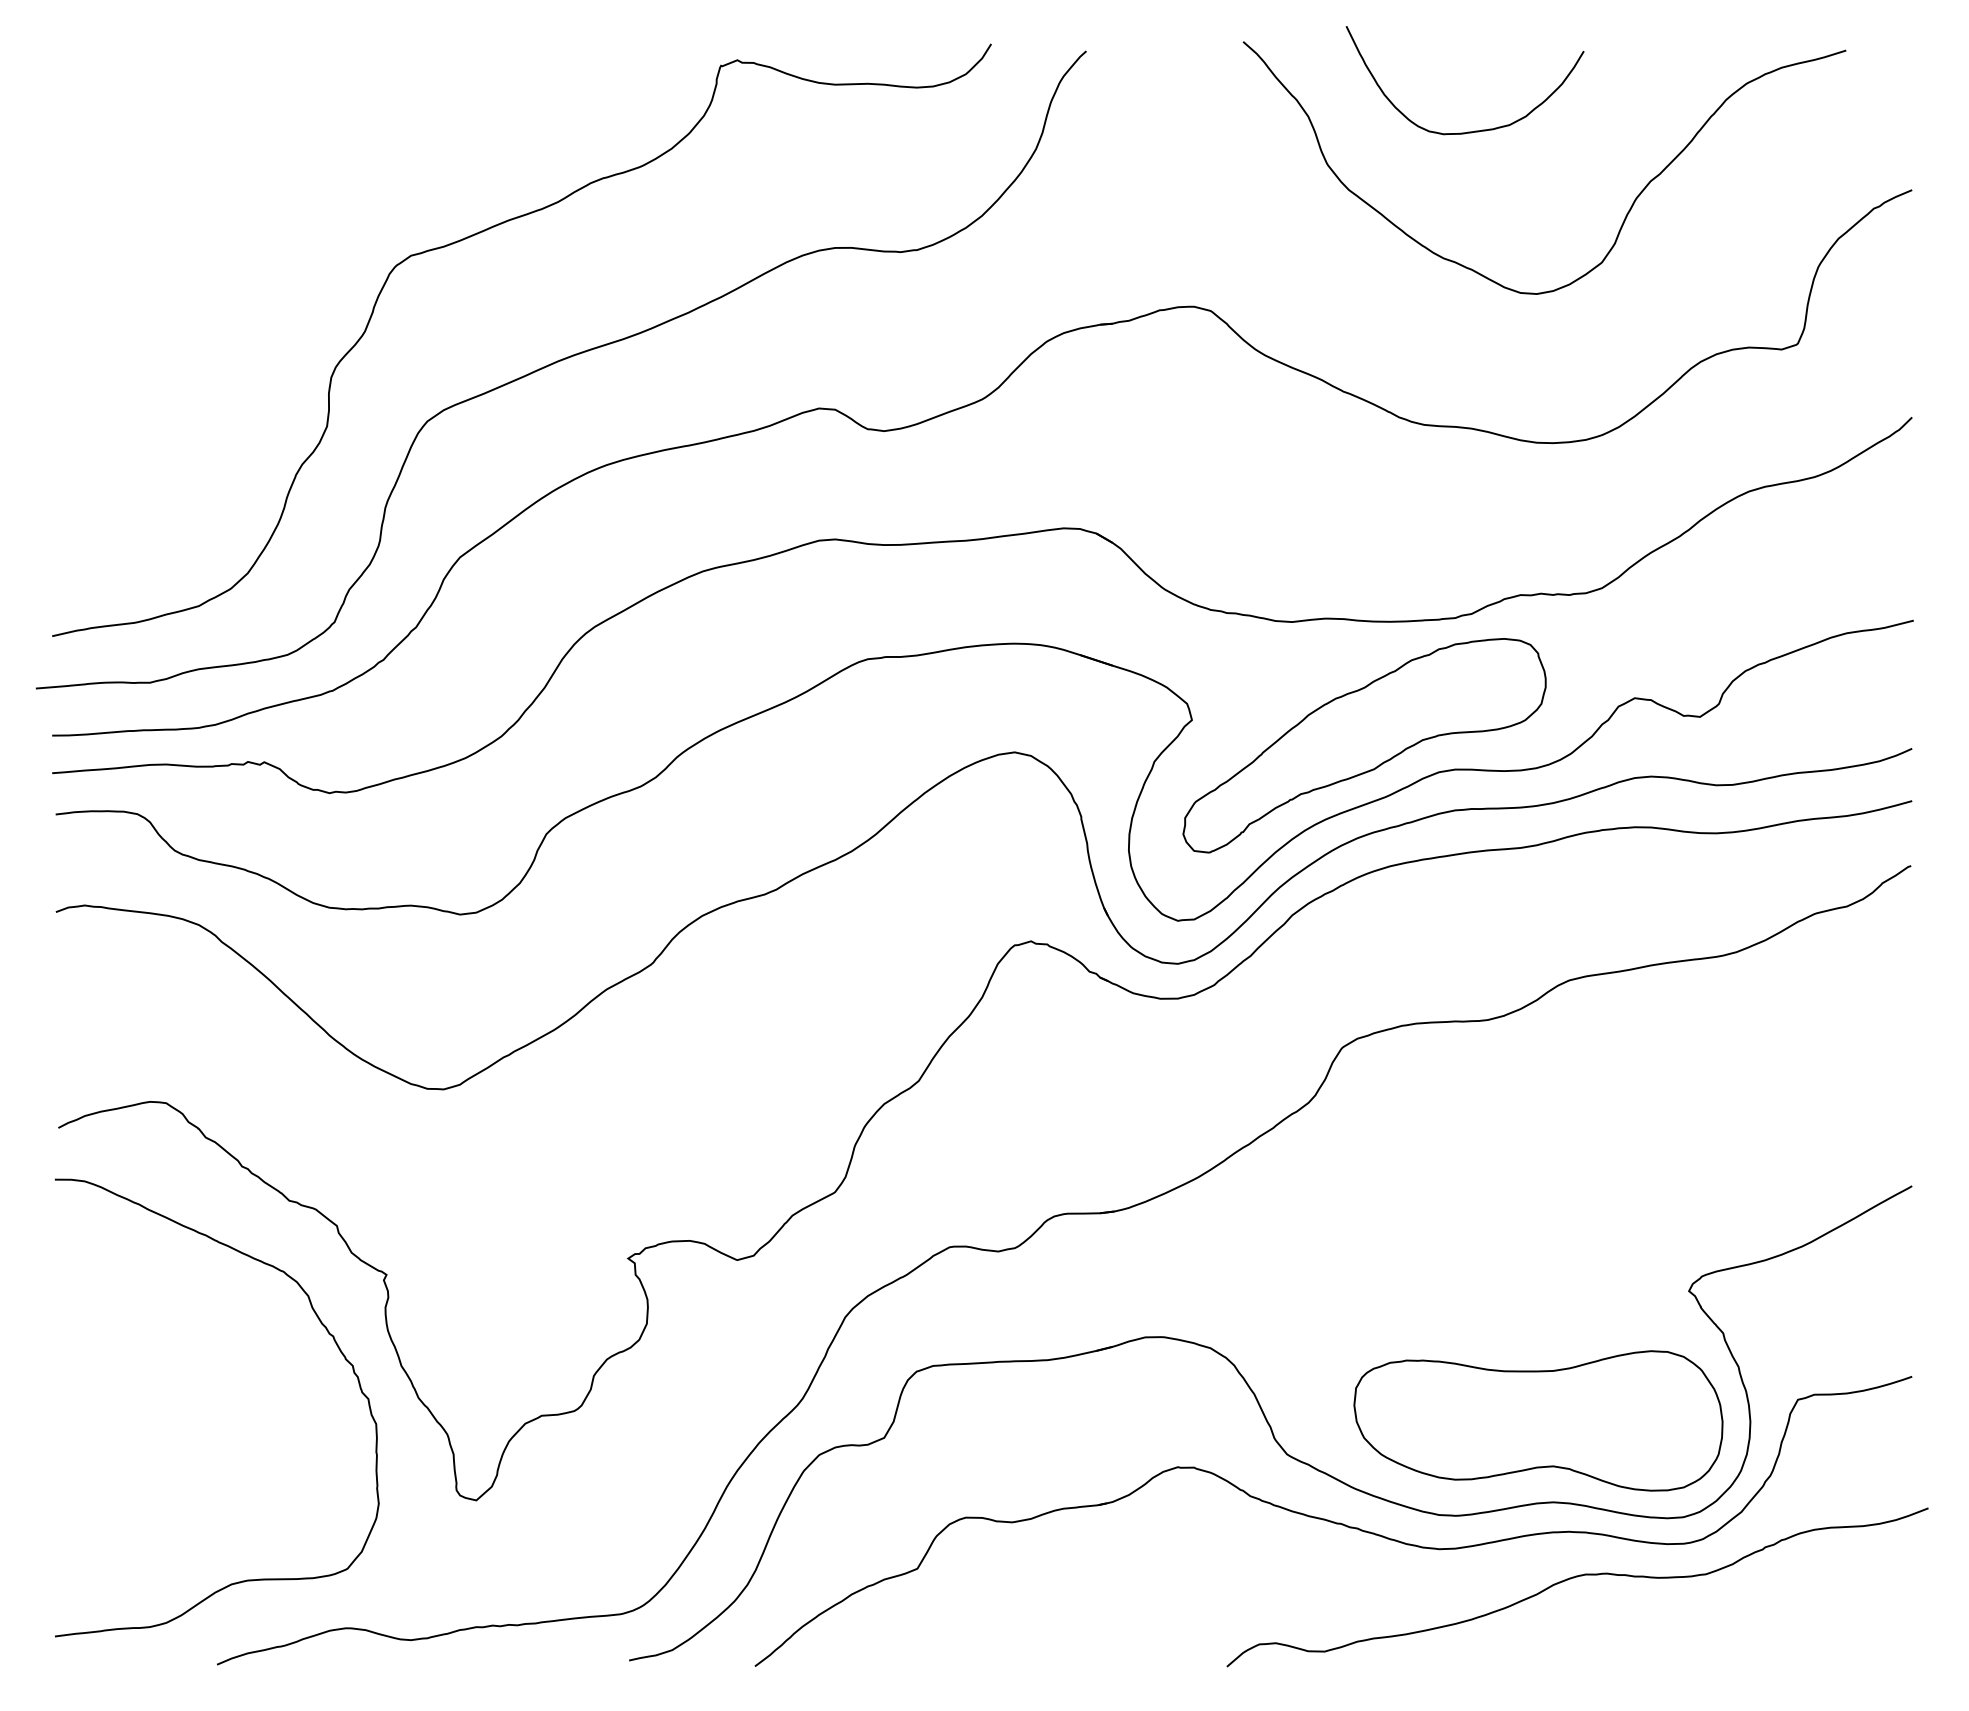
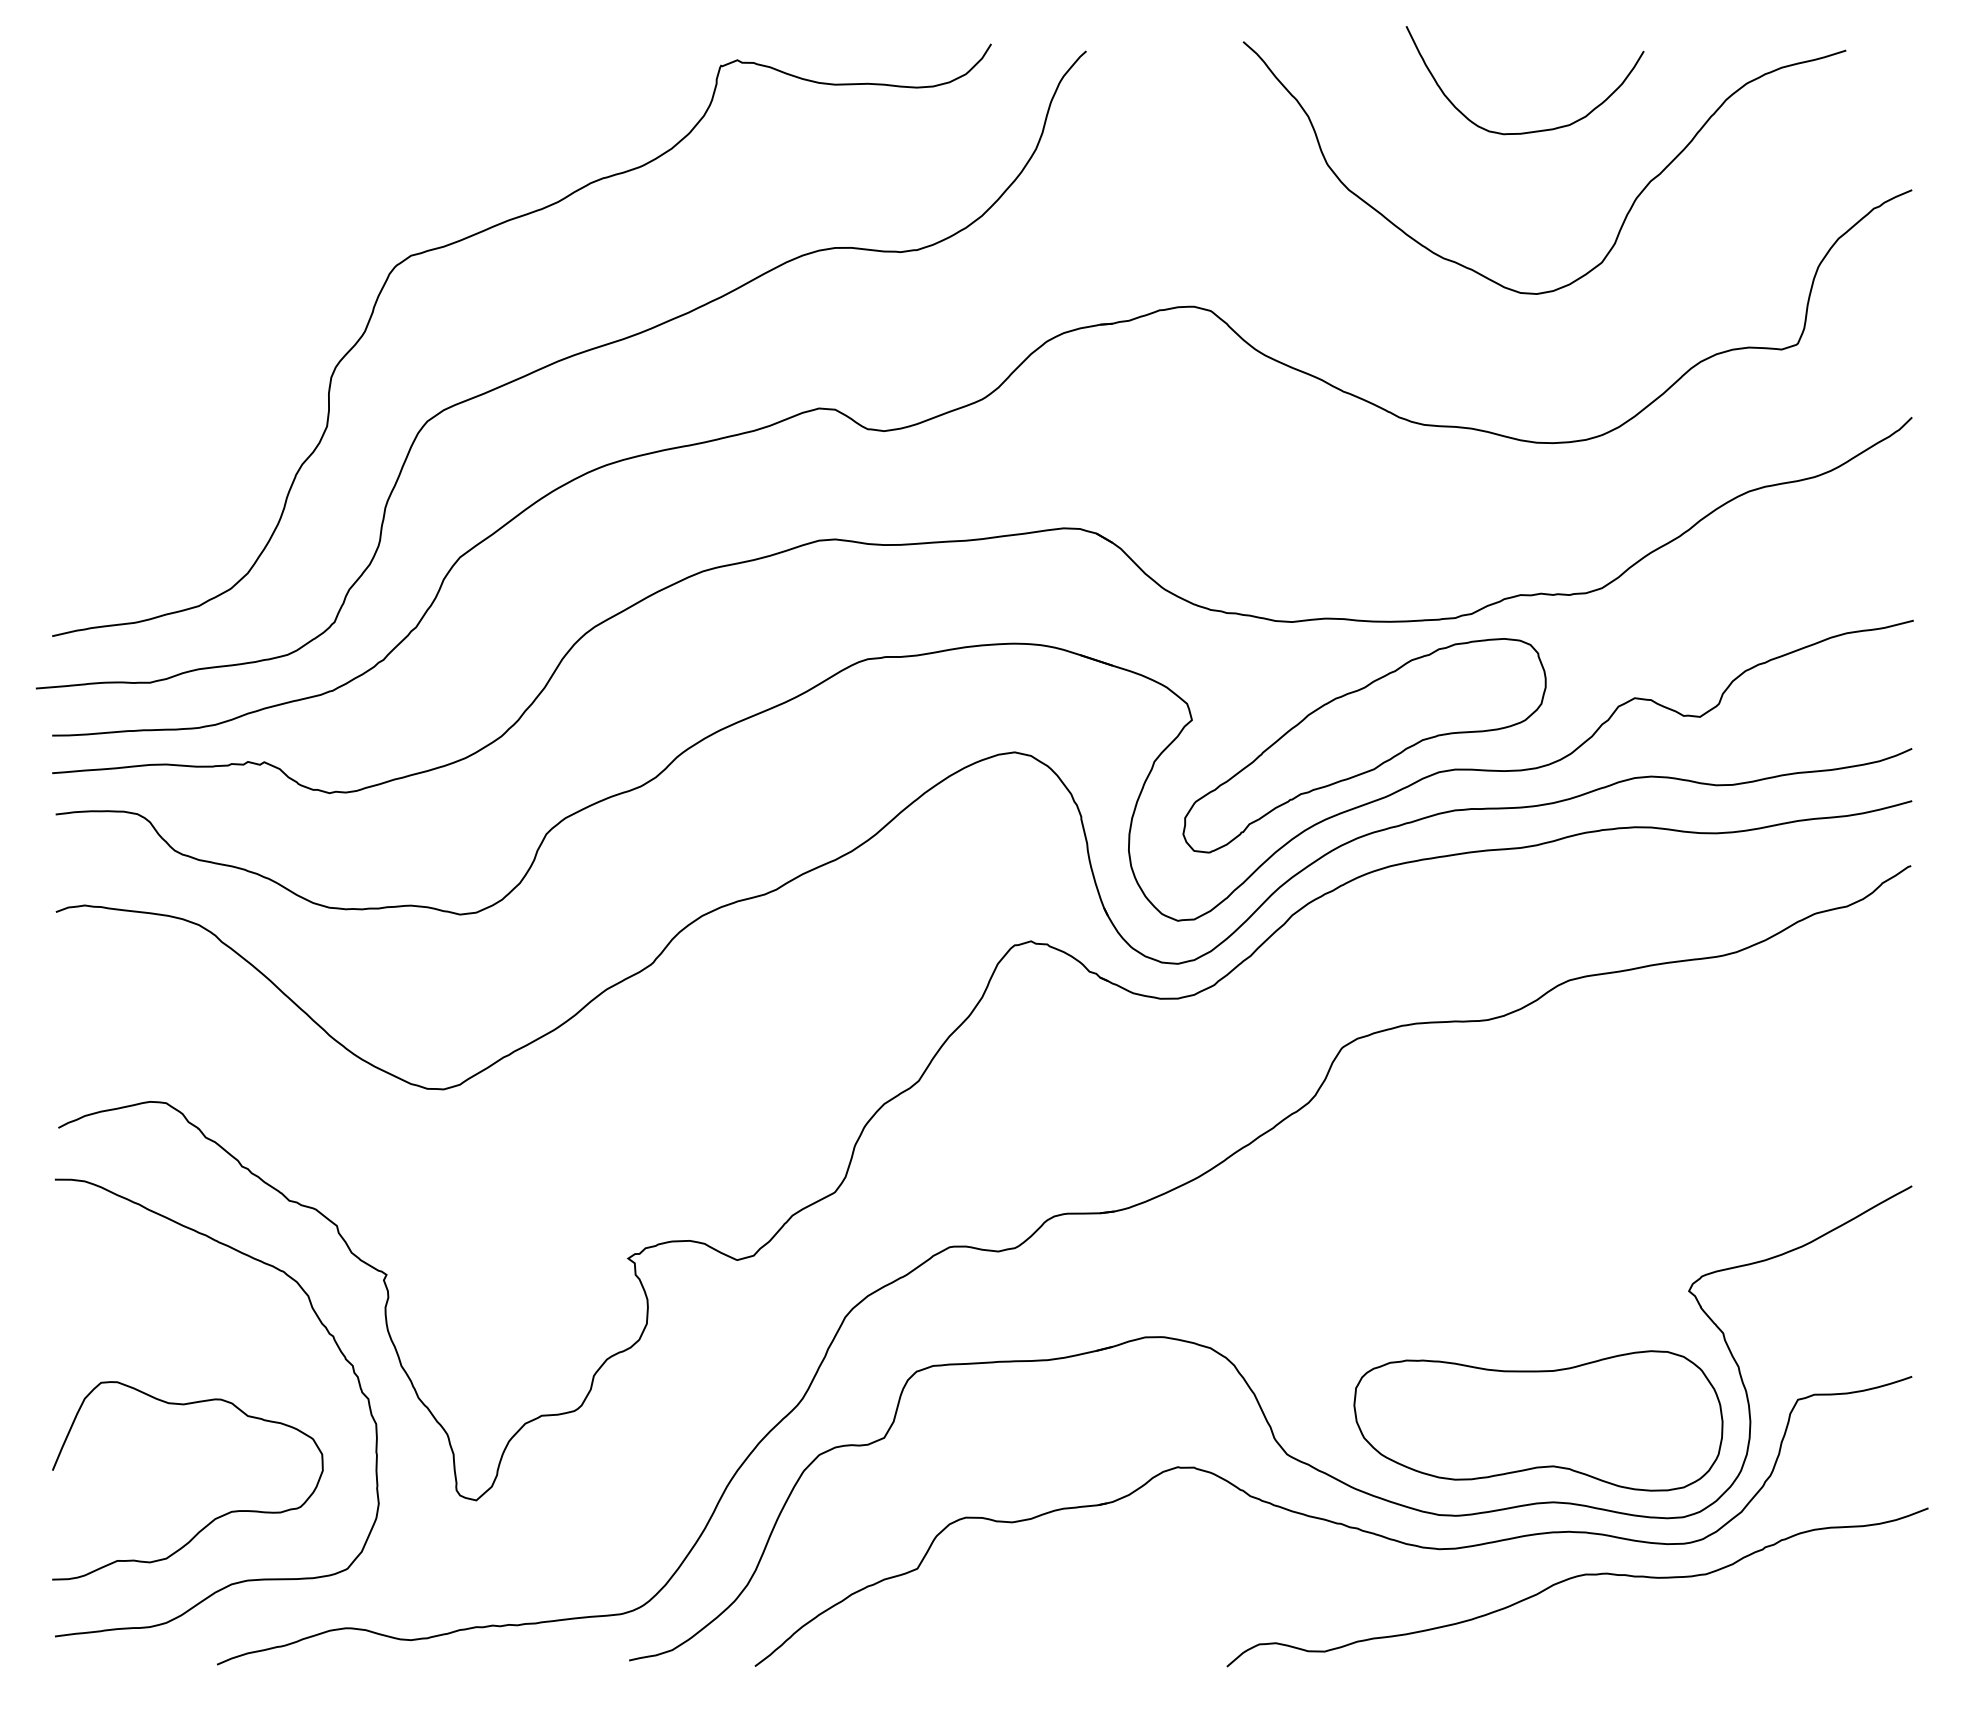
curve at (1468, 131) position: (1468, 131) -> (1528, 131)
curve at (214, 1518): none -> present
